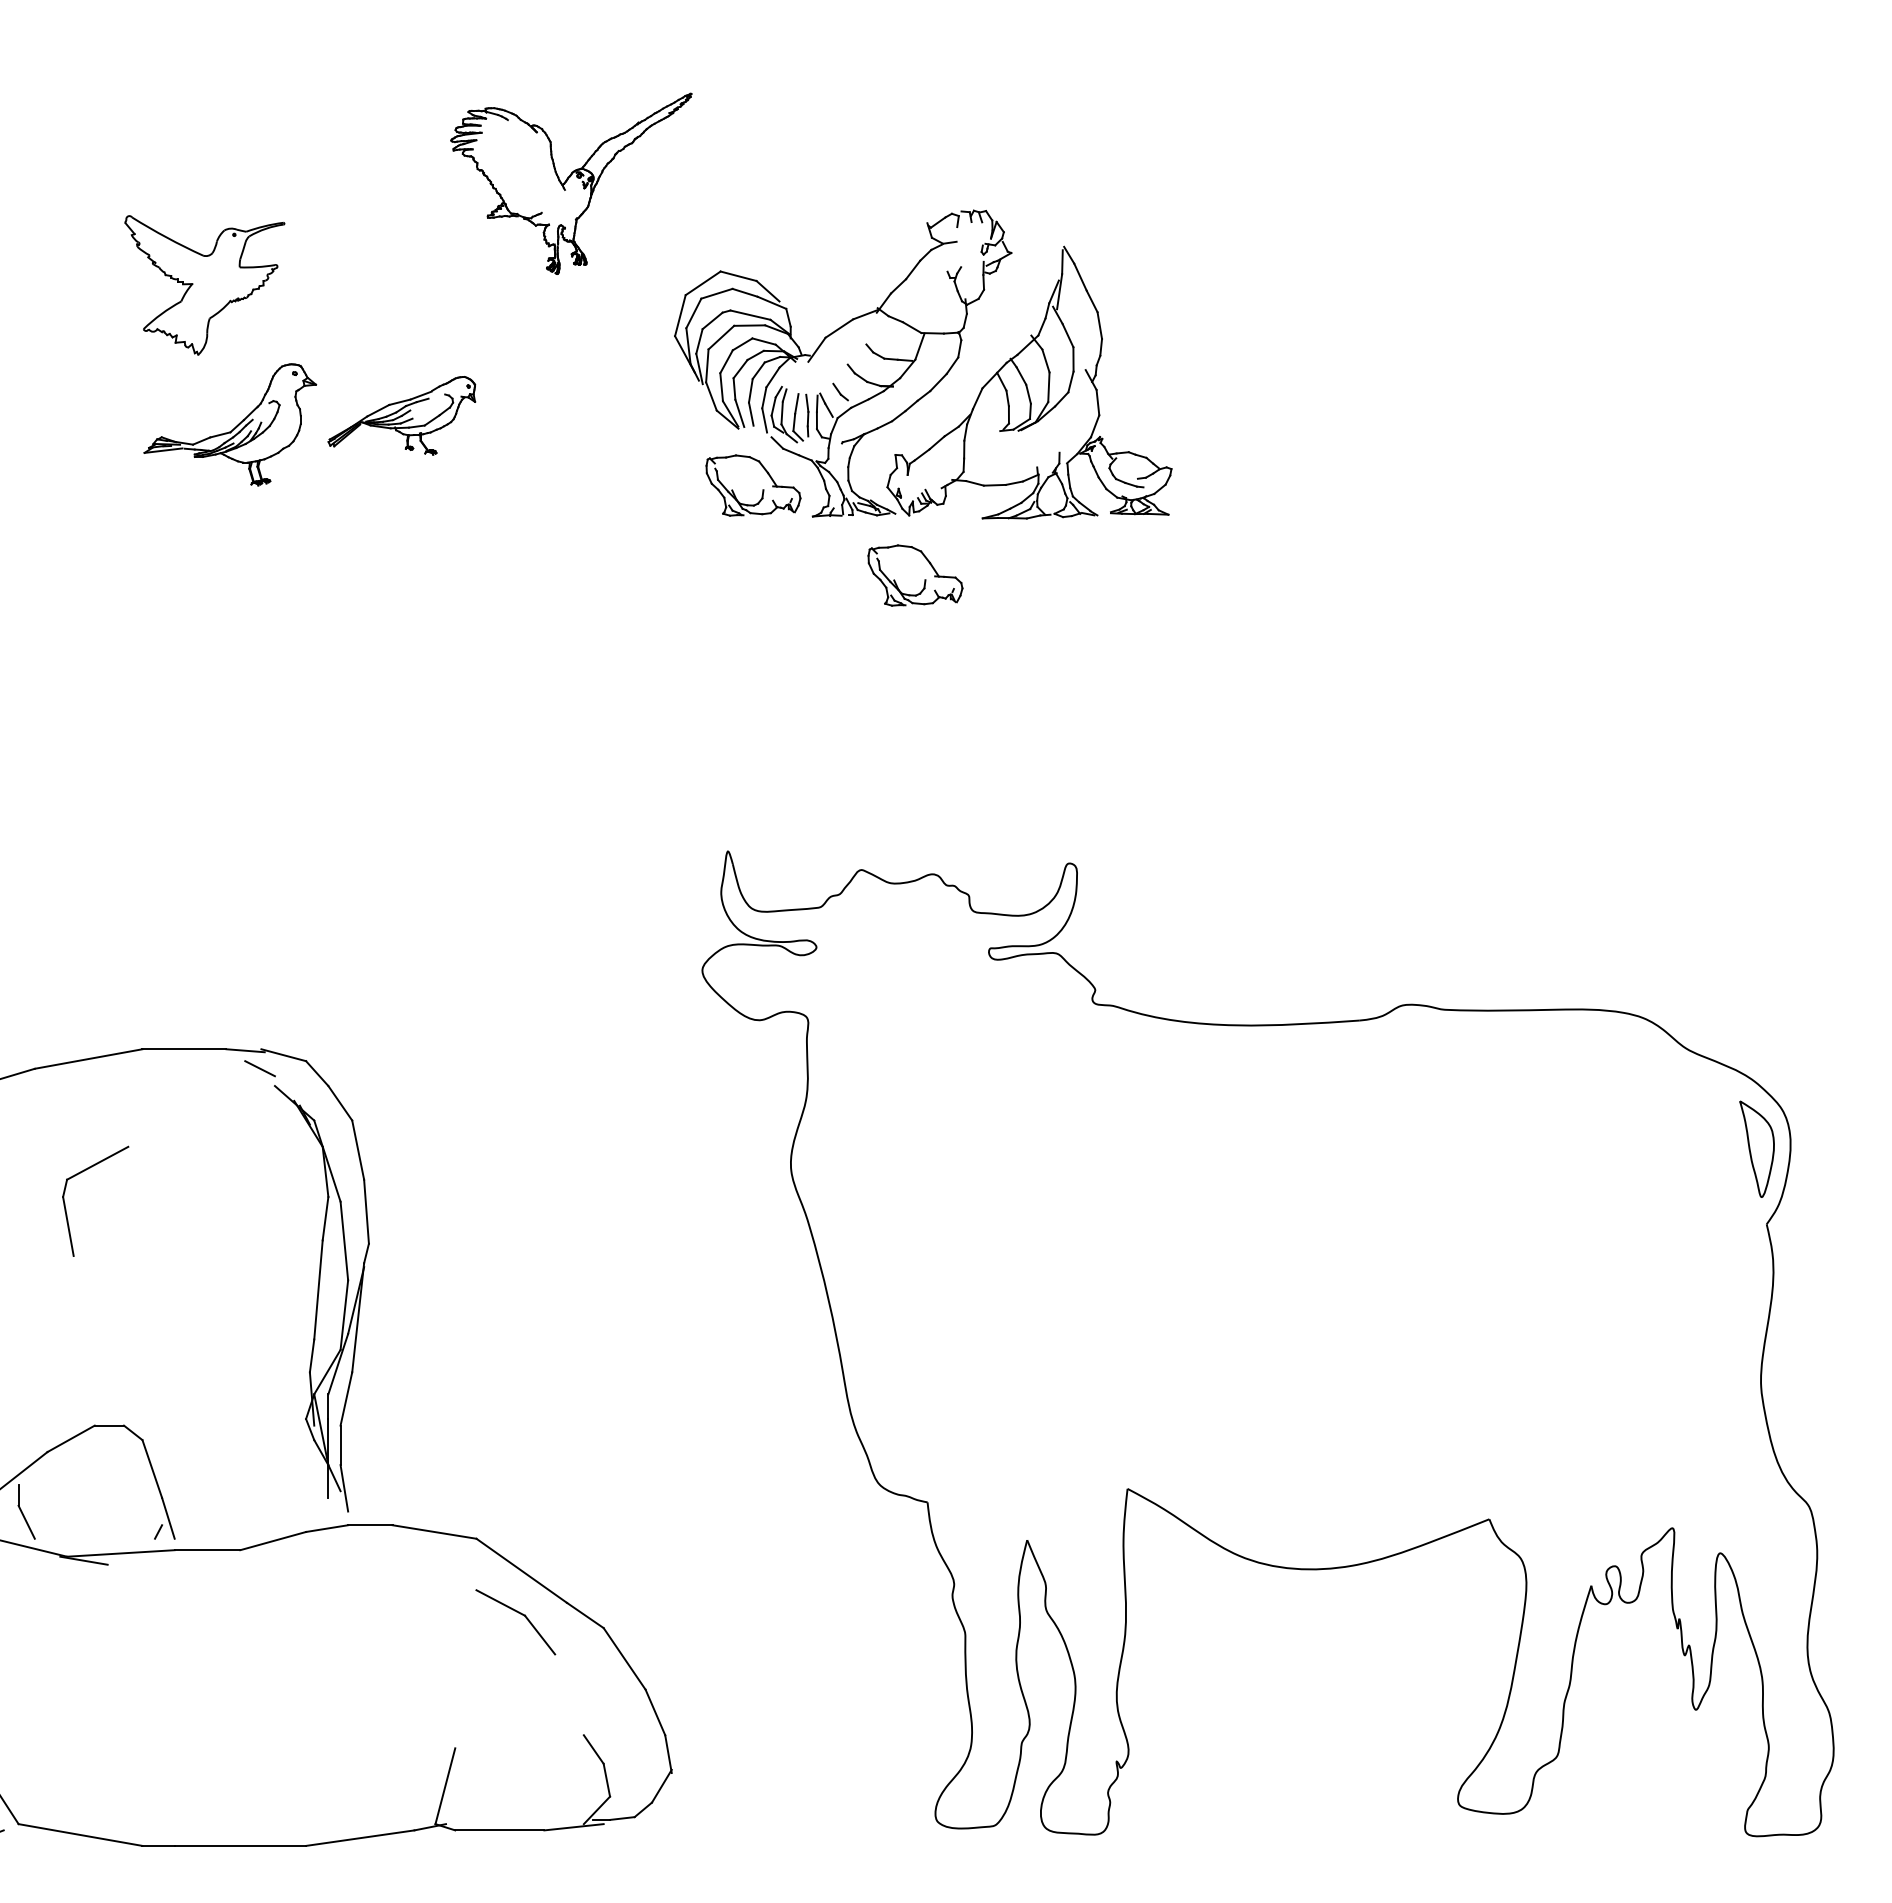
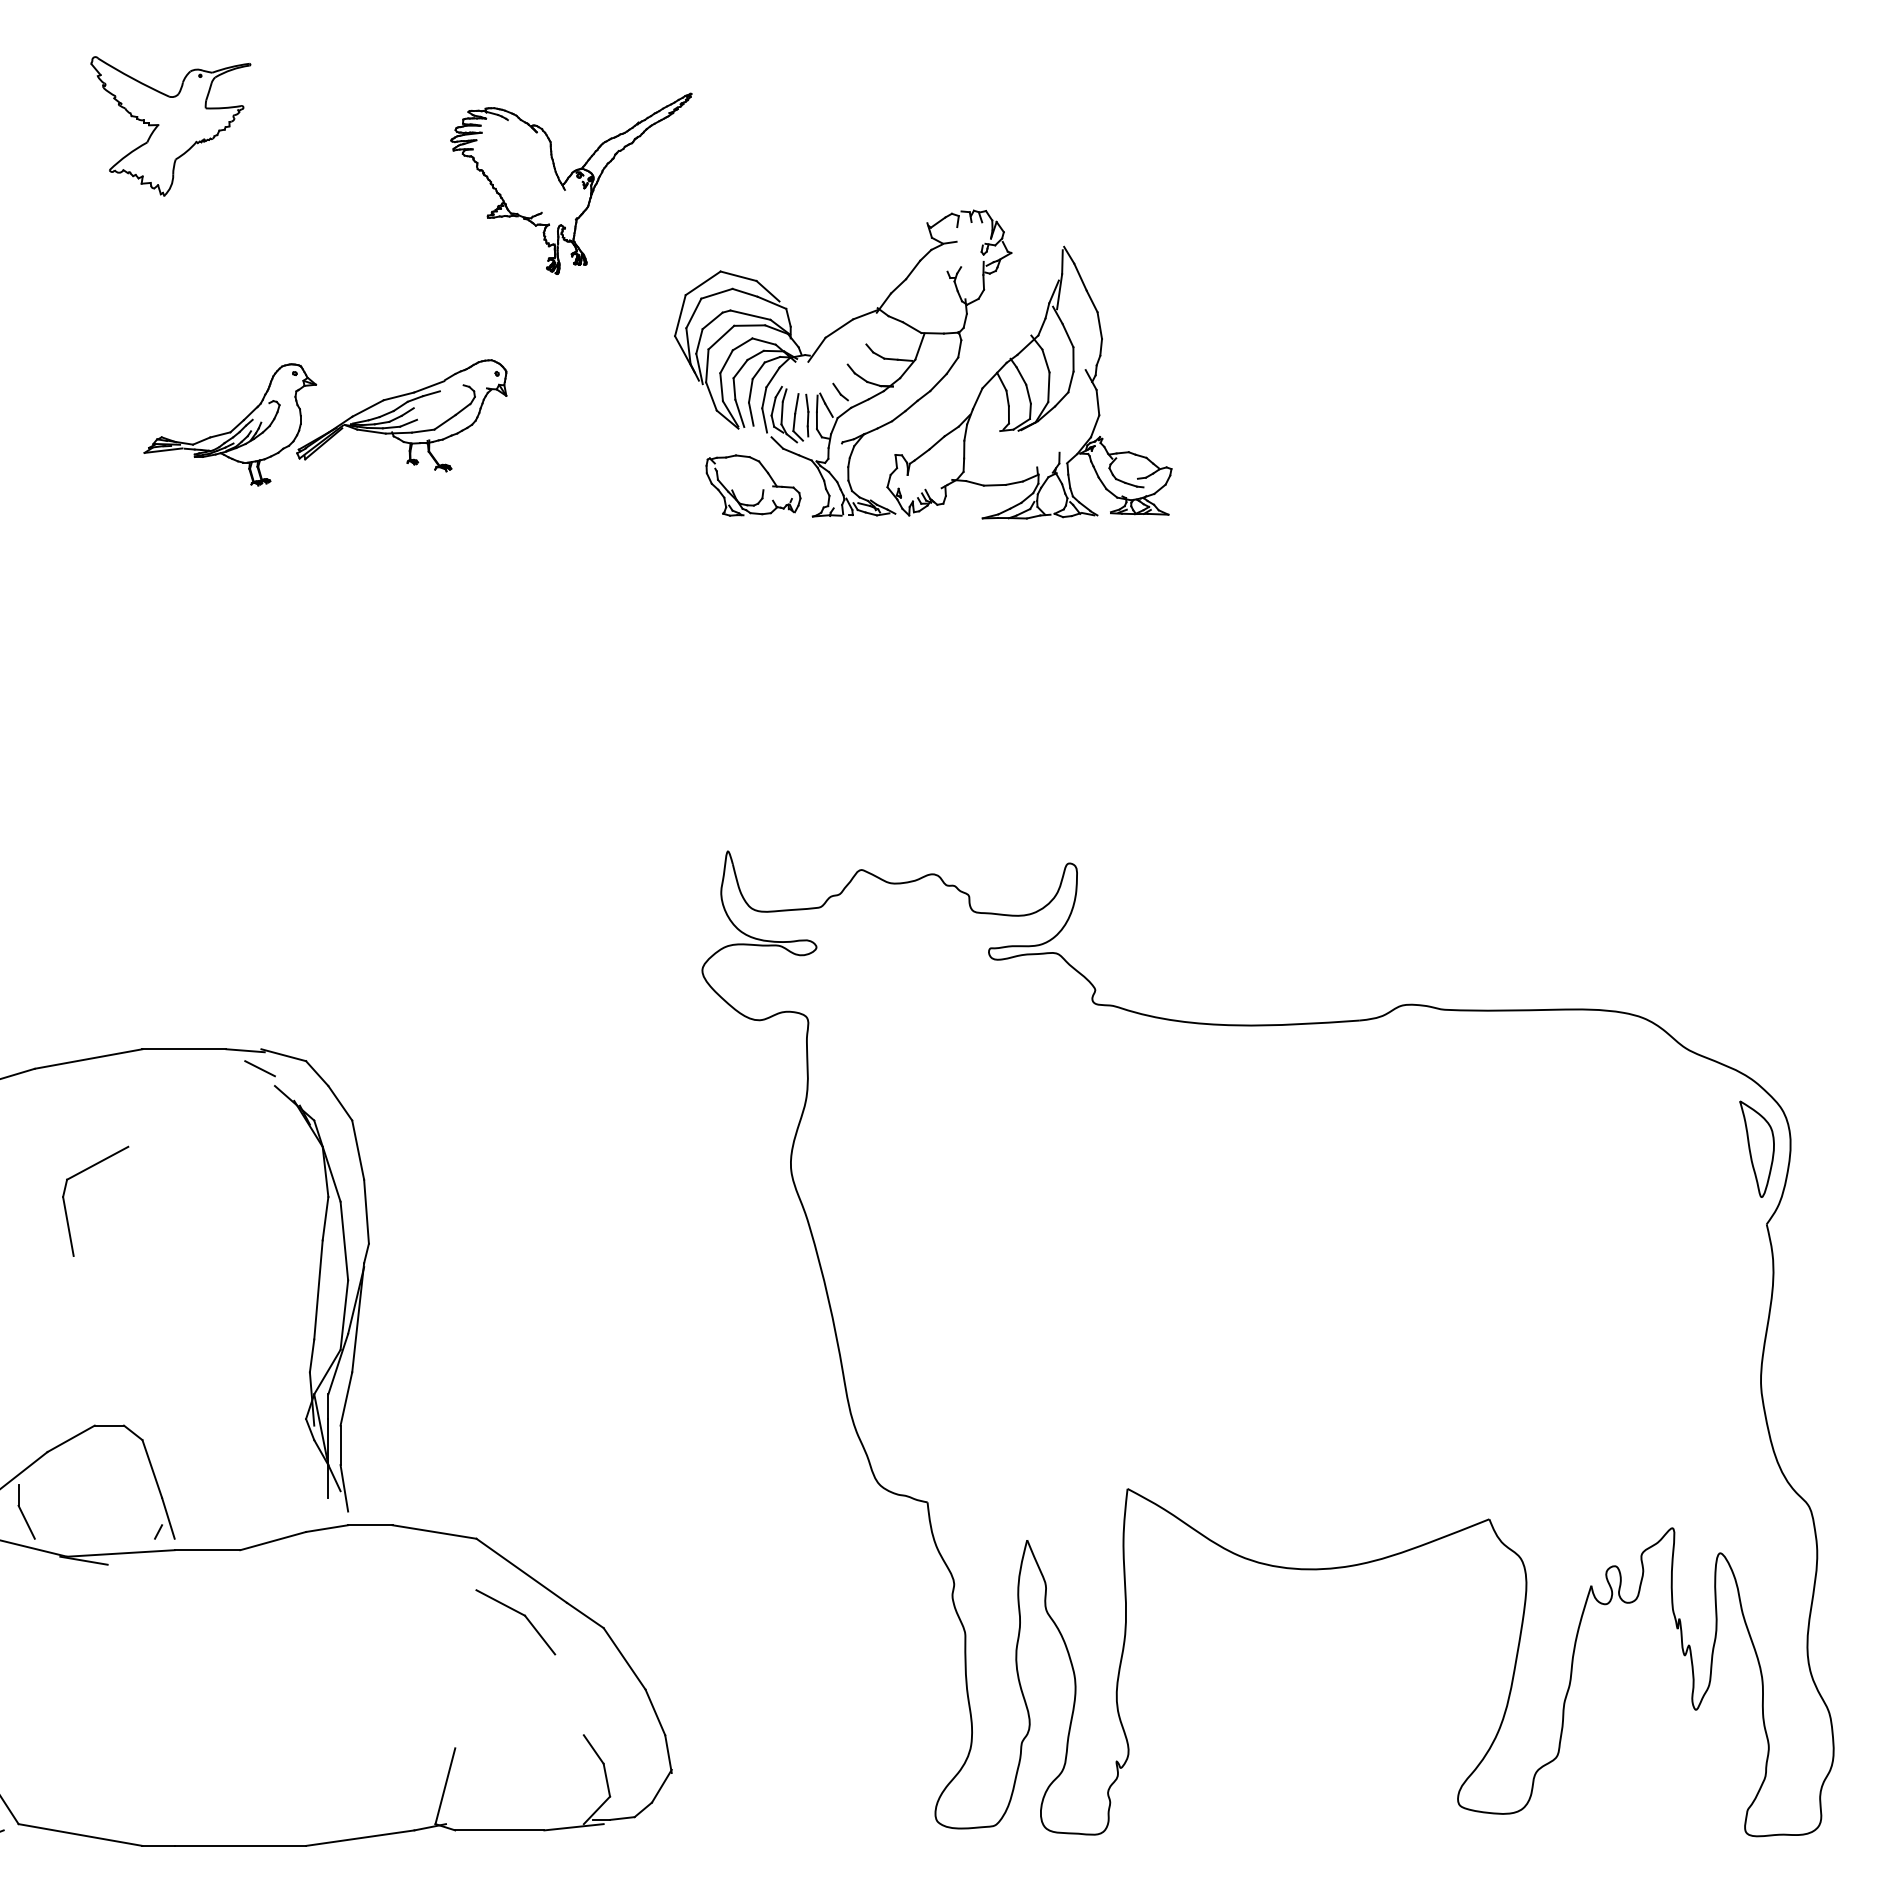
part at (204, 285) position: (204, 285) -> (170, 126)
part at (401, 415) size: 150x80 px -> 212x114 px
part at (924, 579): present -> none
